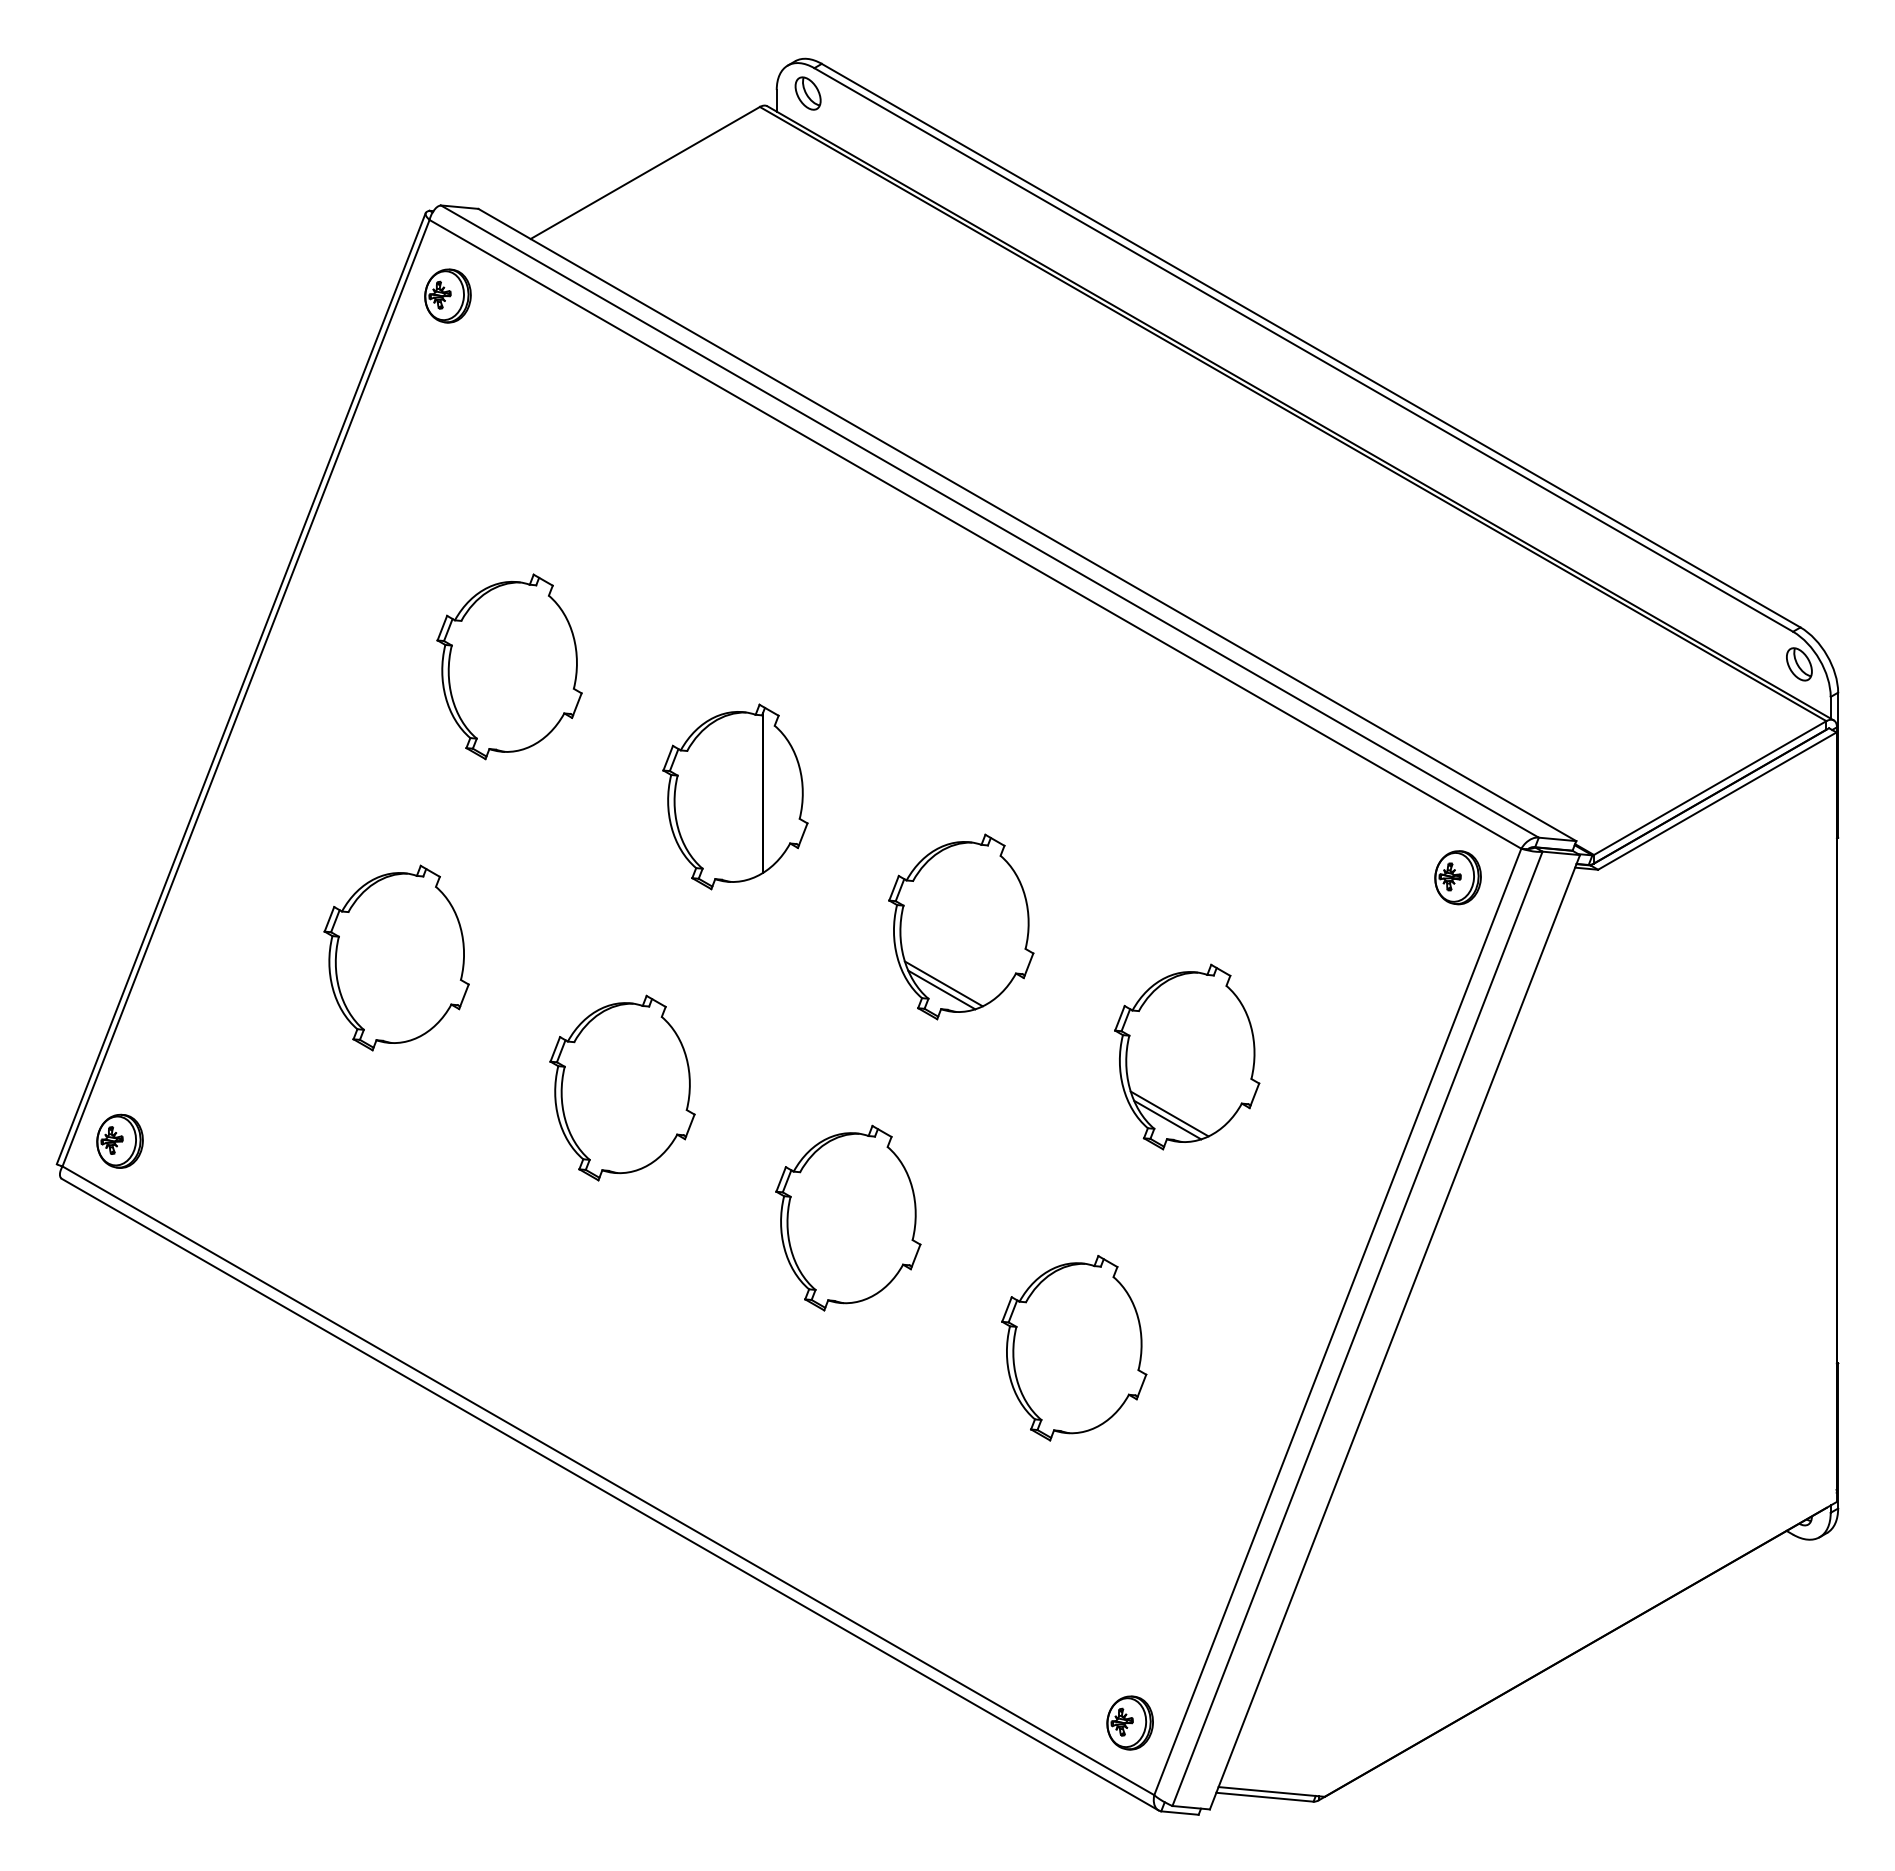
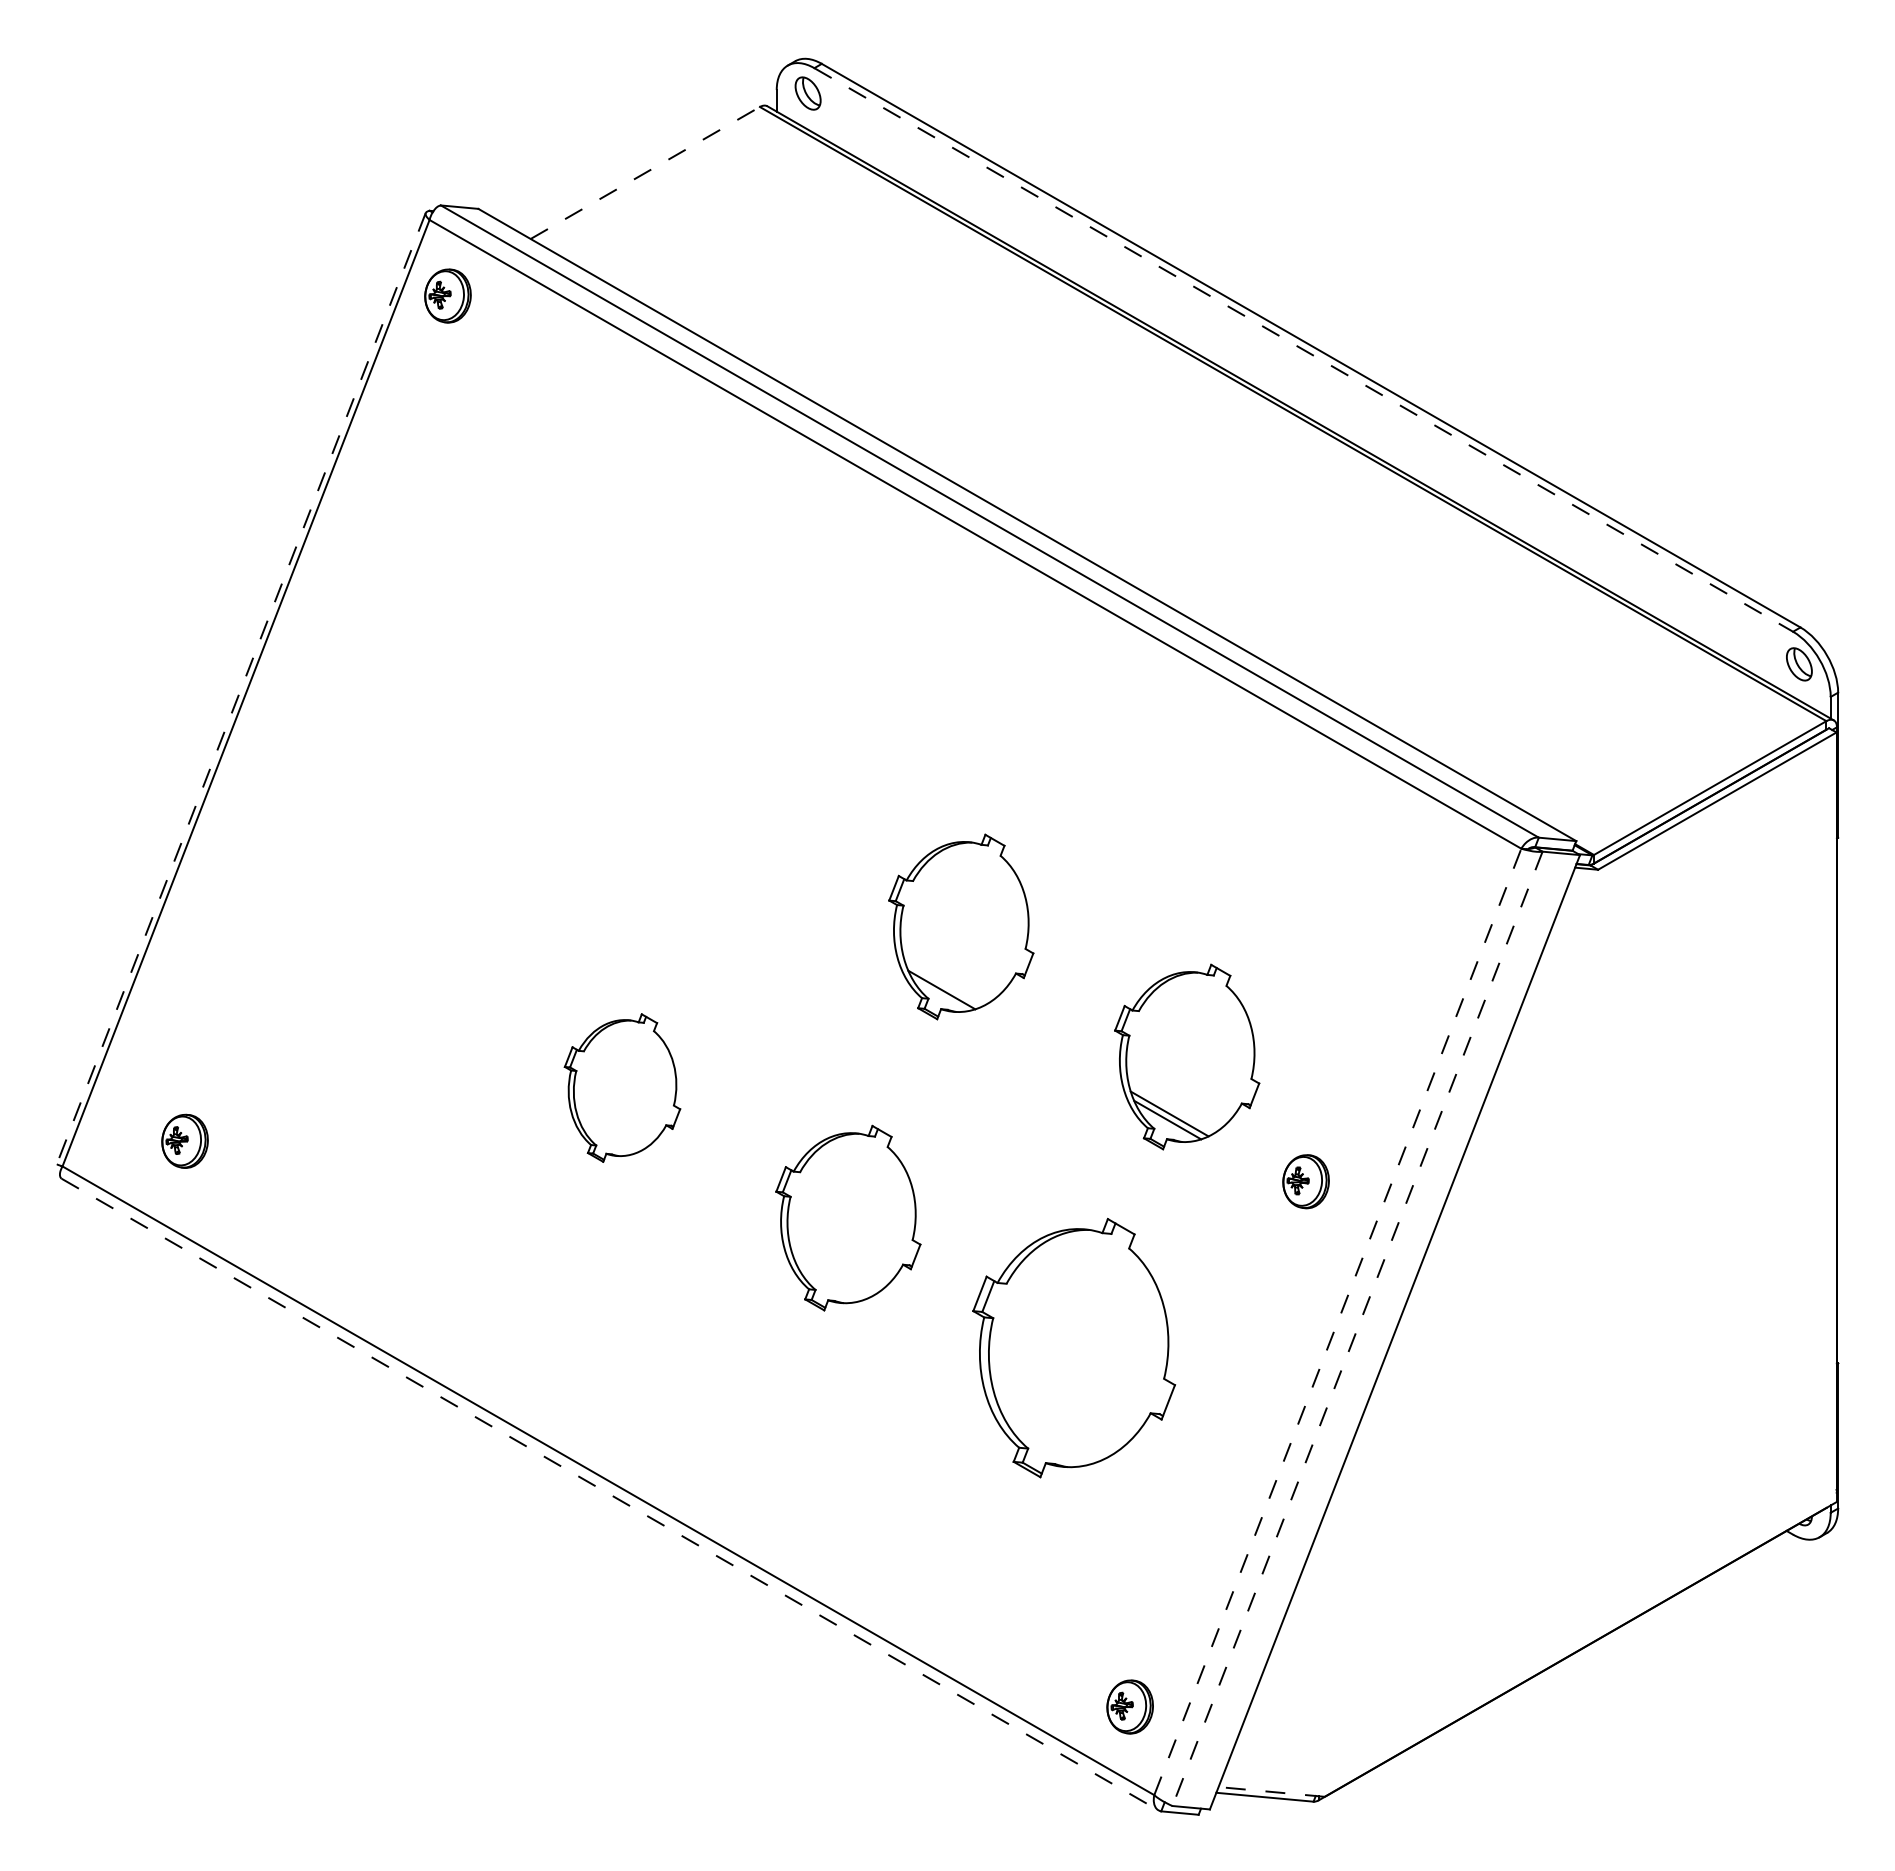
line at (645, 172): solid -> dashed
line at (1303, 349): solid -> dashed
part at (509, 666): present -> none
line at (241, 689): solid -> dashed
part at (735, 796): present -> none
part at (1457, 877) position: (1457, 877) -> (1305, 1181)
part at (396, 957): present -> none
line at (943, 983): present -> none
part at (622, 1087) size: 147x188 px -> 119x150 px
part at (119, 1140) position: (119, 1140) -> (184, 1140)
line at (1337, 1321): solid -> dashed
line at (1357, 1328): solid -> dashed
part at (1074, 1348) size: 147x187 px -> 205x262 px
line at (610, 1494): solid -> dashed
part at (1129, 1722) position: (1129, 1722) -> (1129, 1706)
line at (1271, 1791): solid -> dashed
